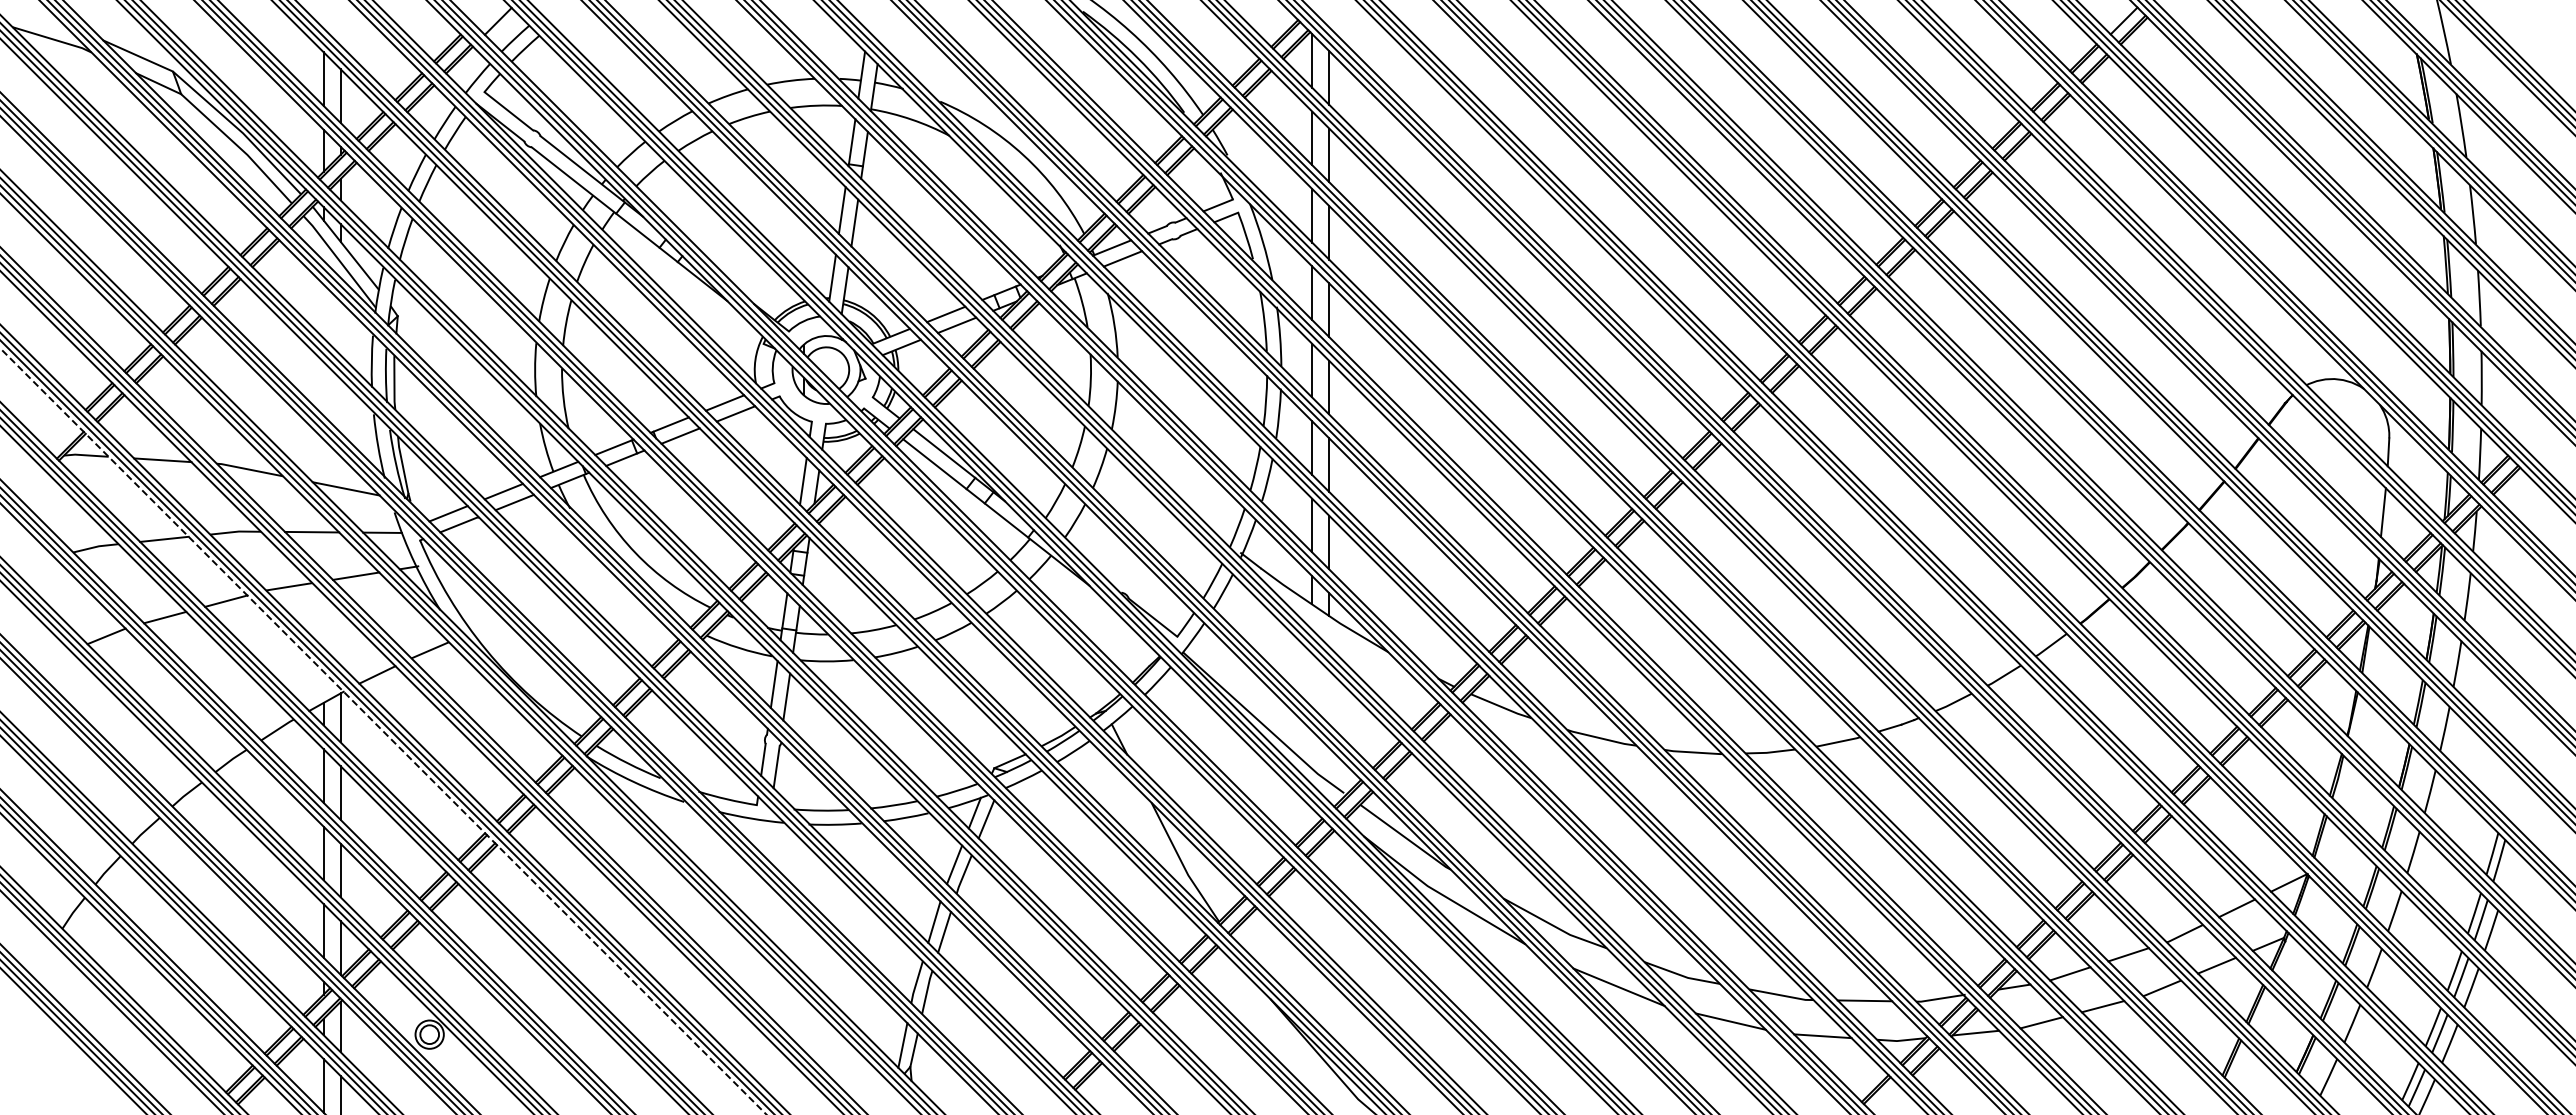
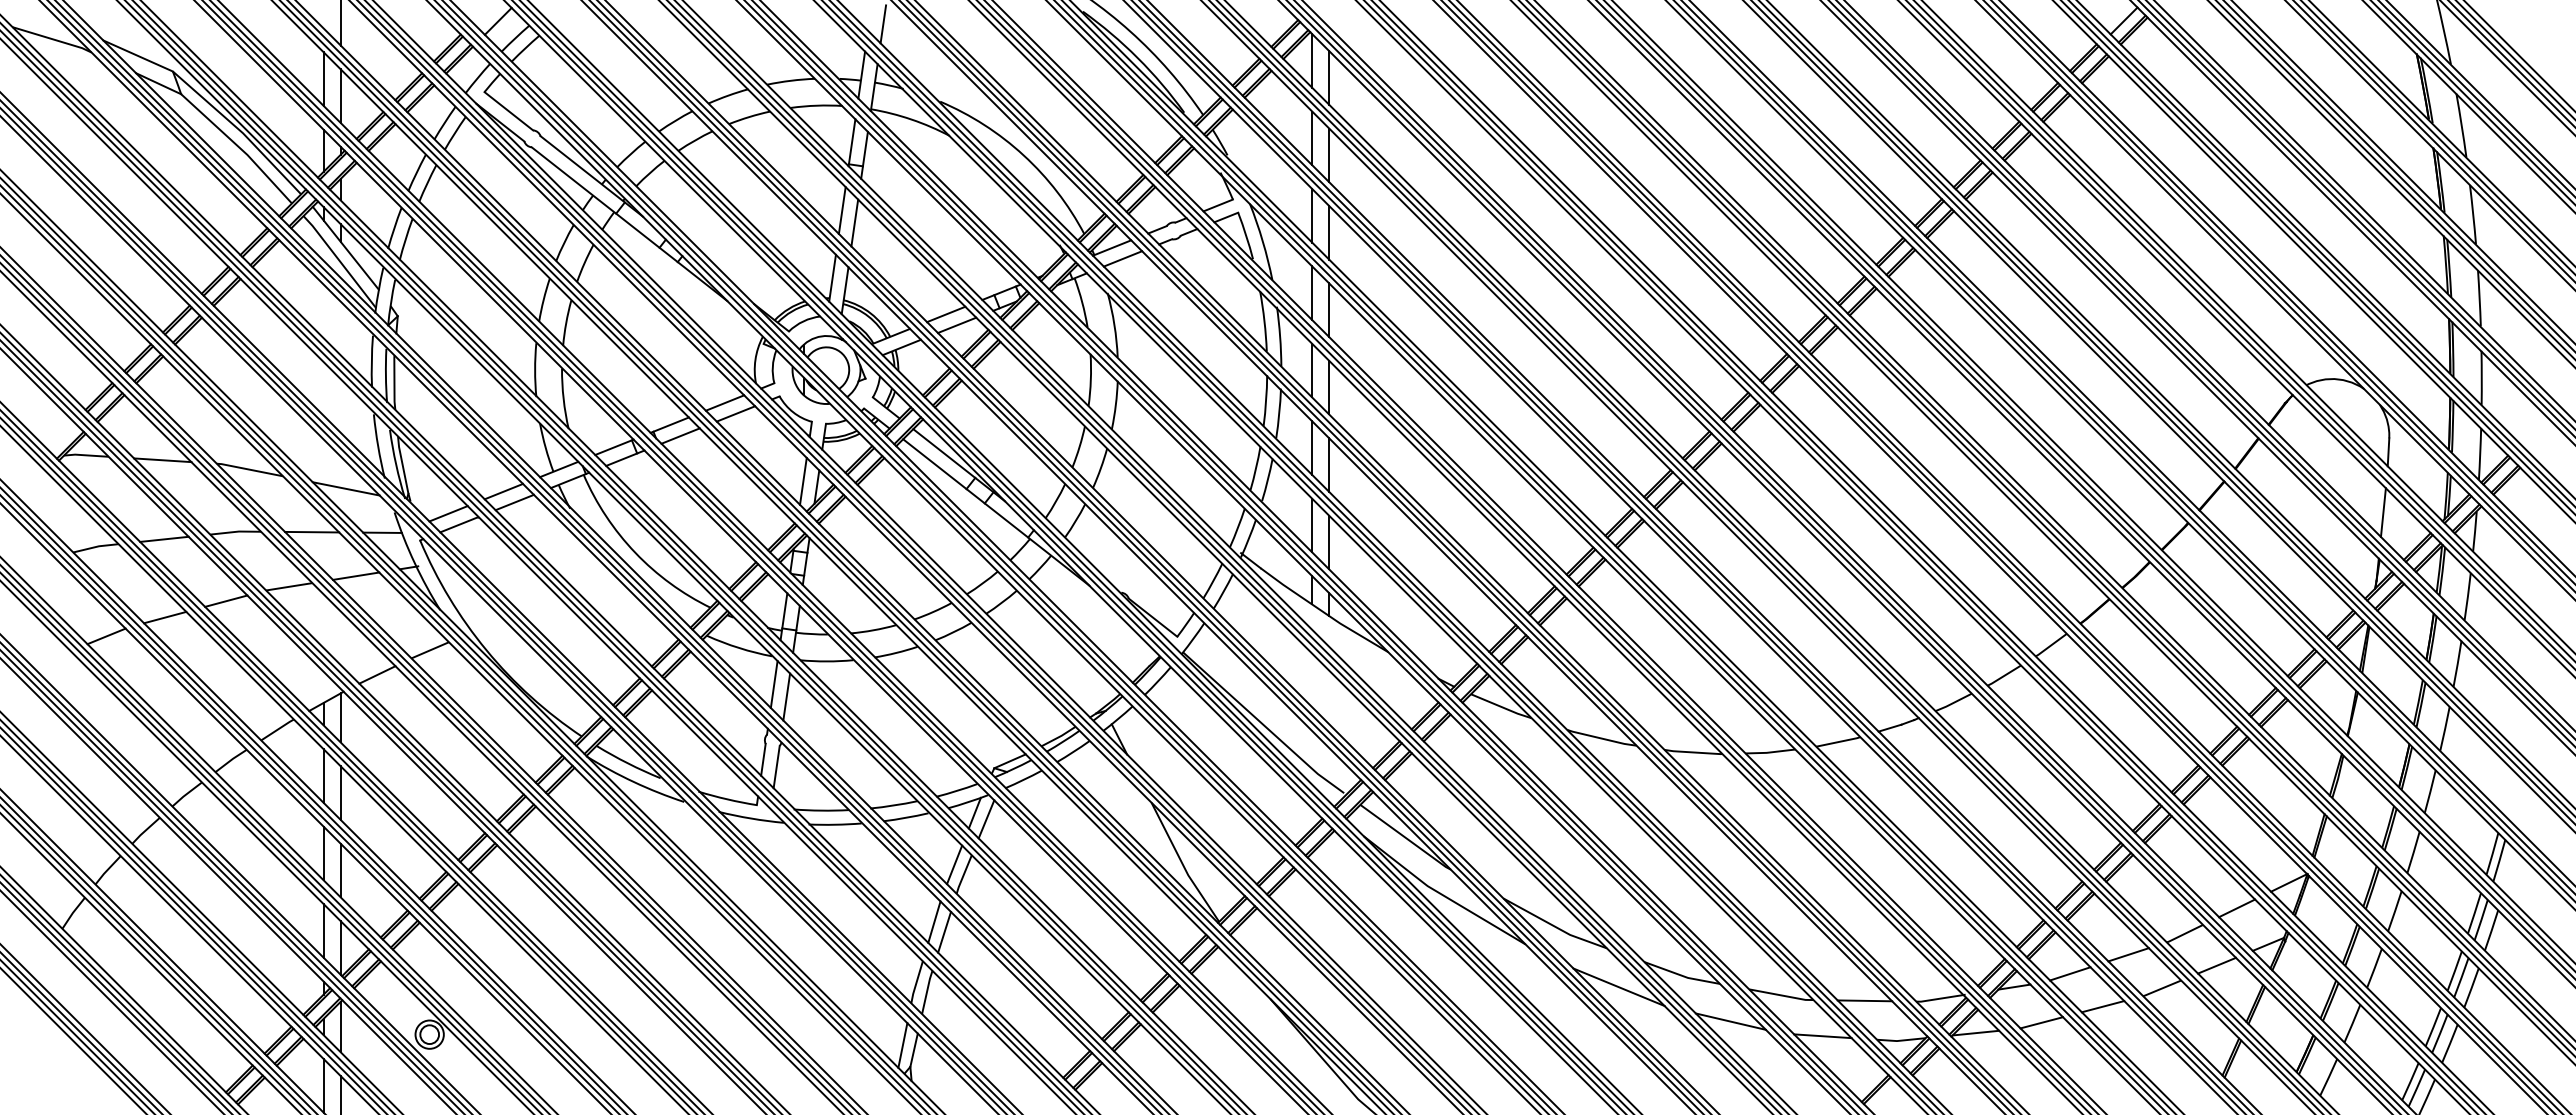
line at (340, 23): none -> present
line at (883, 24): none -> present
line at (383, 731): dashed -> solid
